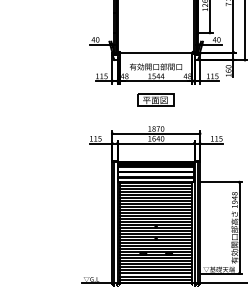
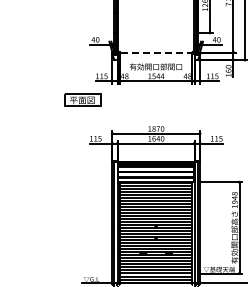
line at (156, 52): solid -> dashed
part at (155, 99) position: (155, 99) -> (82, 99)
